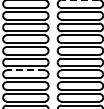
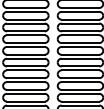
line at (80, 0): dashed -> solid
line at (25, 70): dashed -> solid
